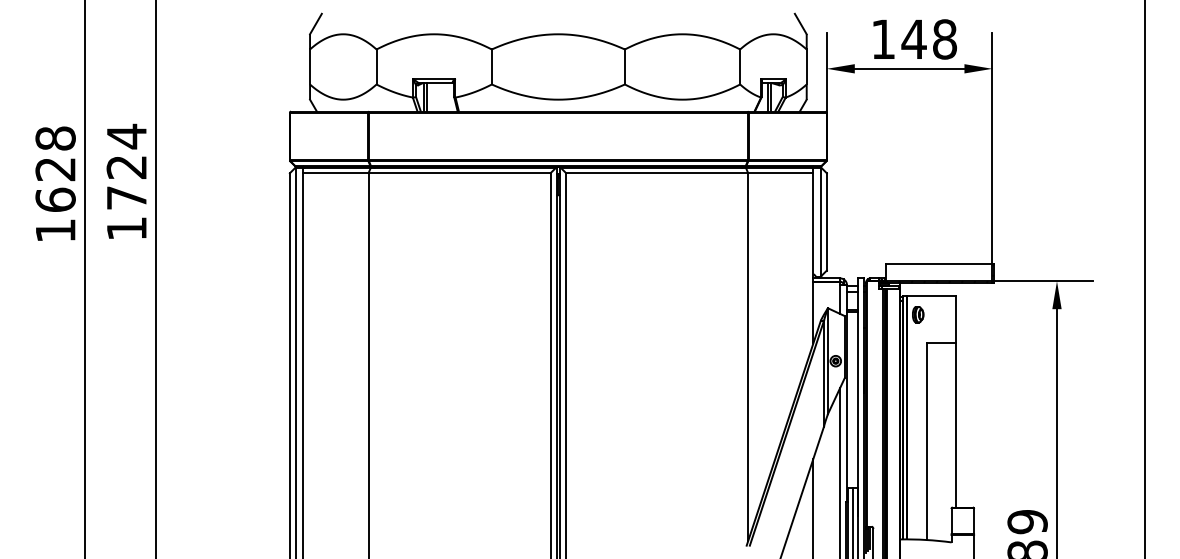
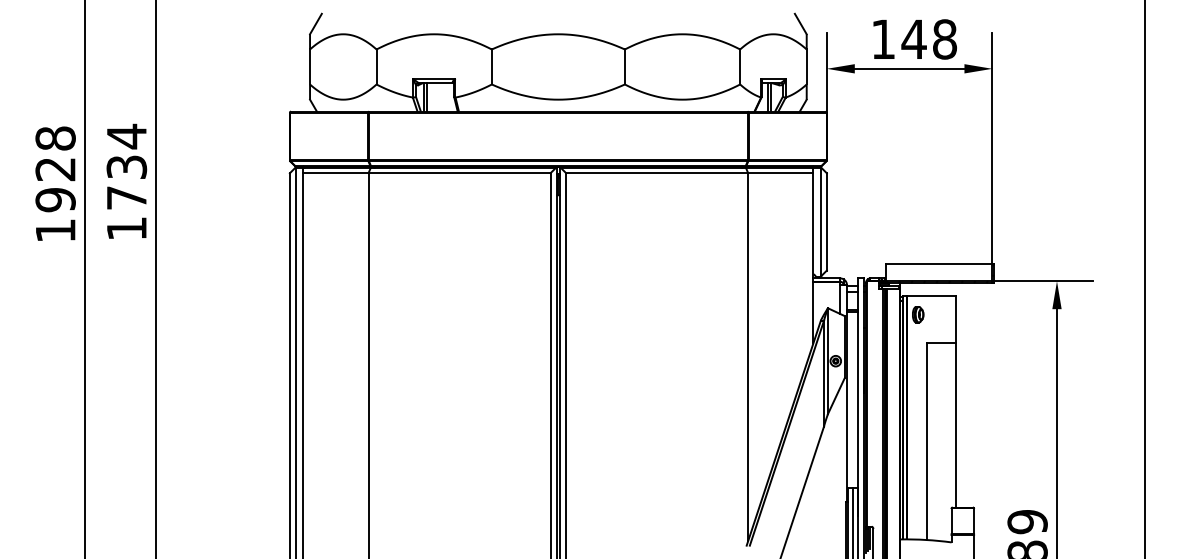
text at (126, 166): 1724 -> 1734
text at (55, 199): 1628 -> 1928
line at (840, 471): present -> none
line at (813, 506): present -> none
